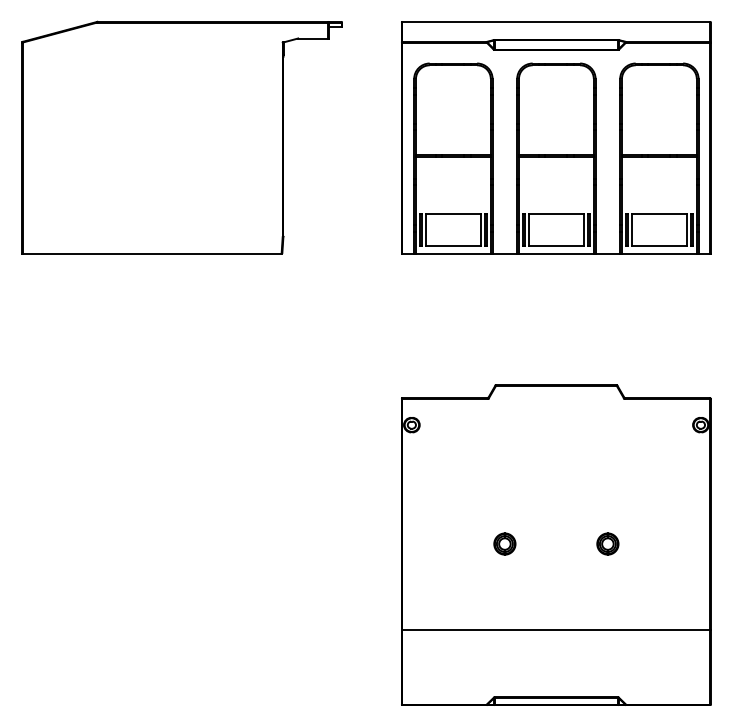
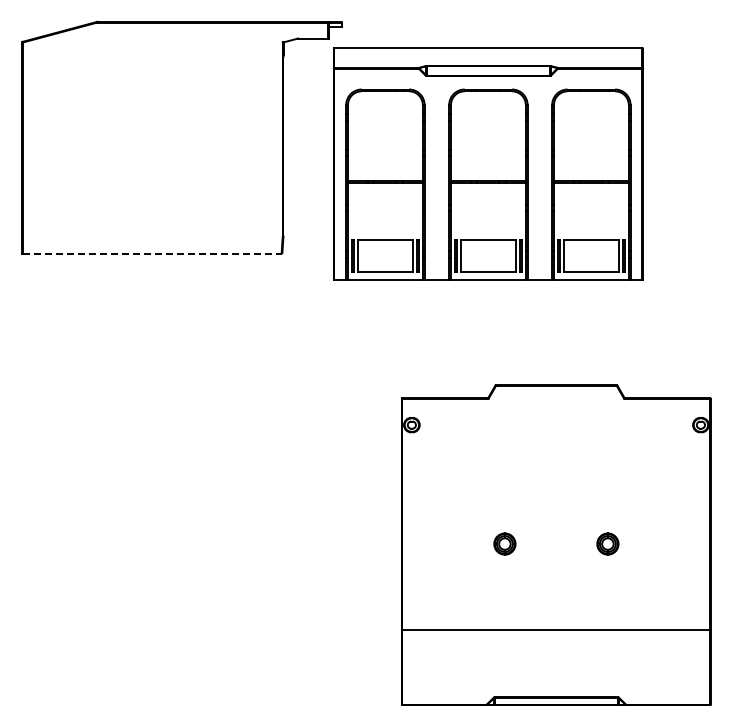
part at (556, 137) position: (556, 137) -> (488, 163)
line at (152, 254): solid -> dashed
